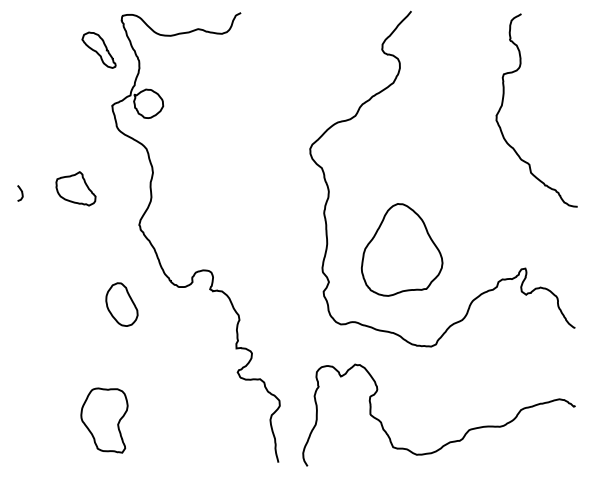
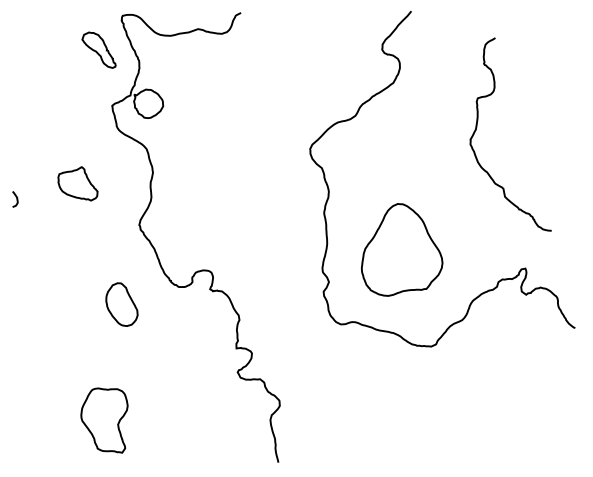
curve at (503, 103) position: (503, 103) -> (477, 127)
part at (75, 188) position: (75, 188) -> (77, 183)
curve at (21, 193) position: (21, 193) -> (16, 199)
curve at (449, 441): present -> none
